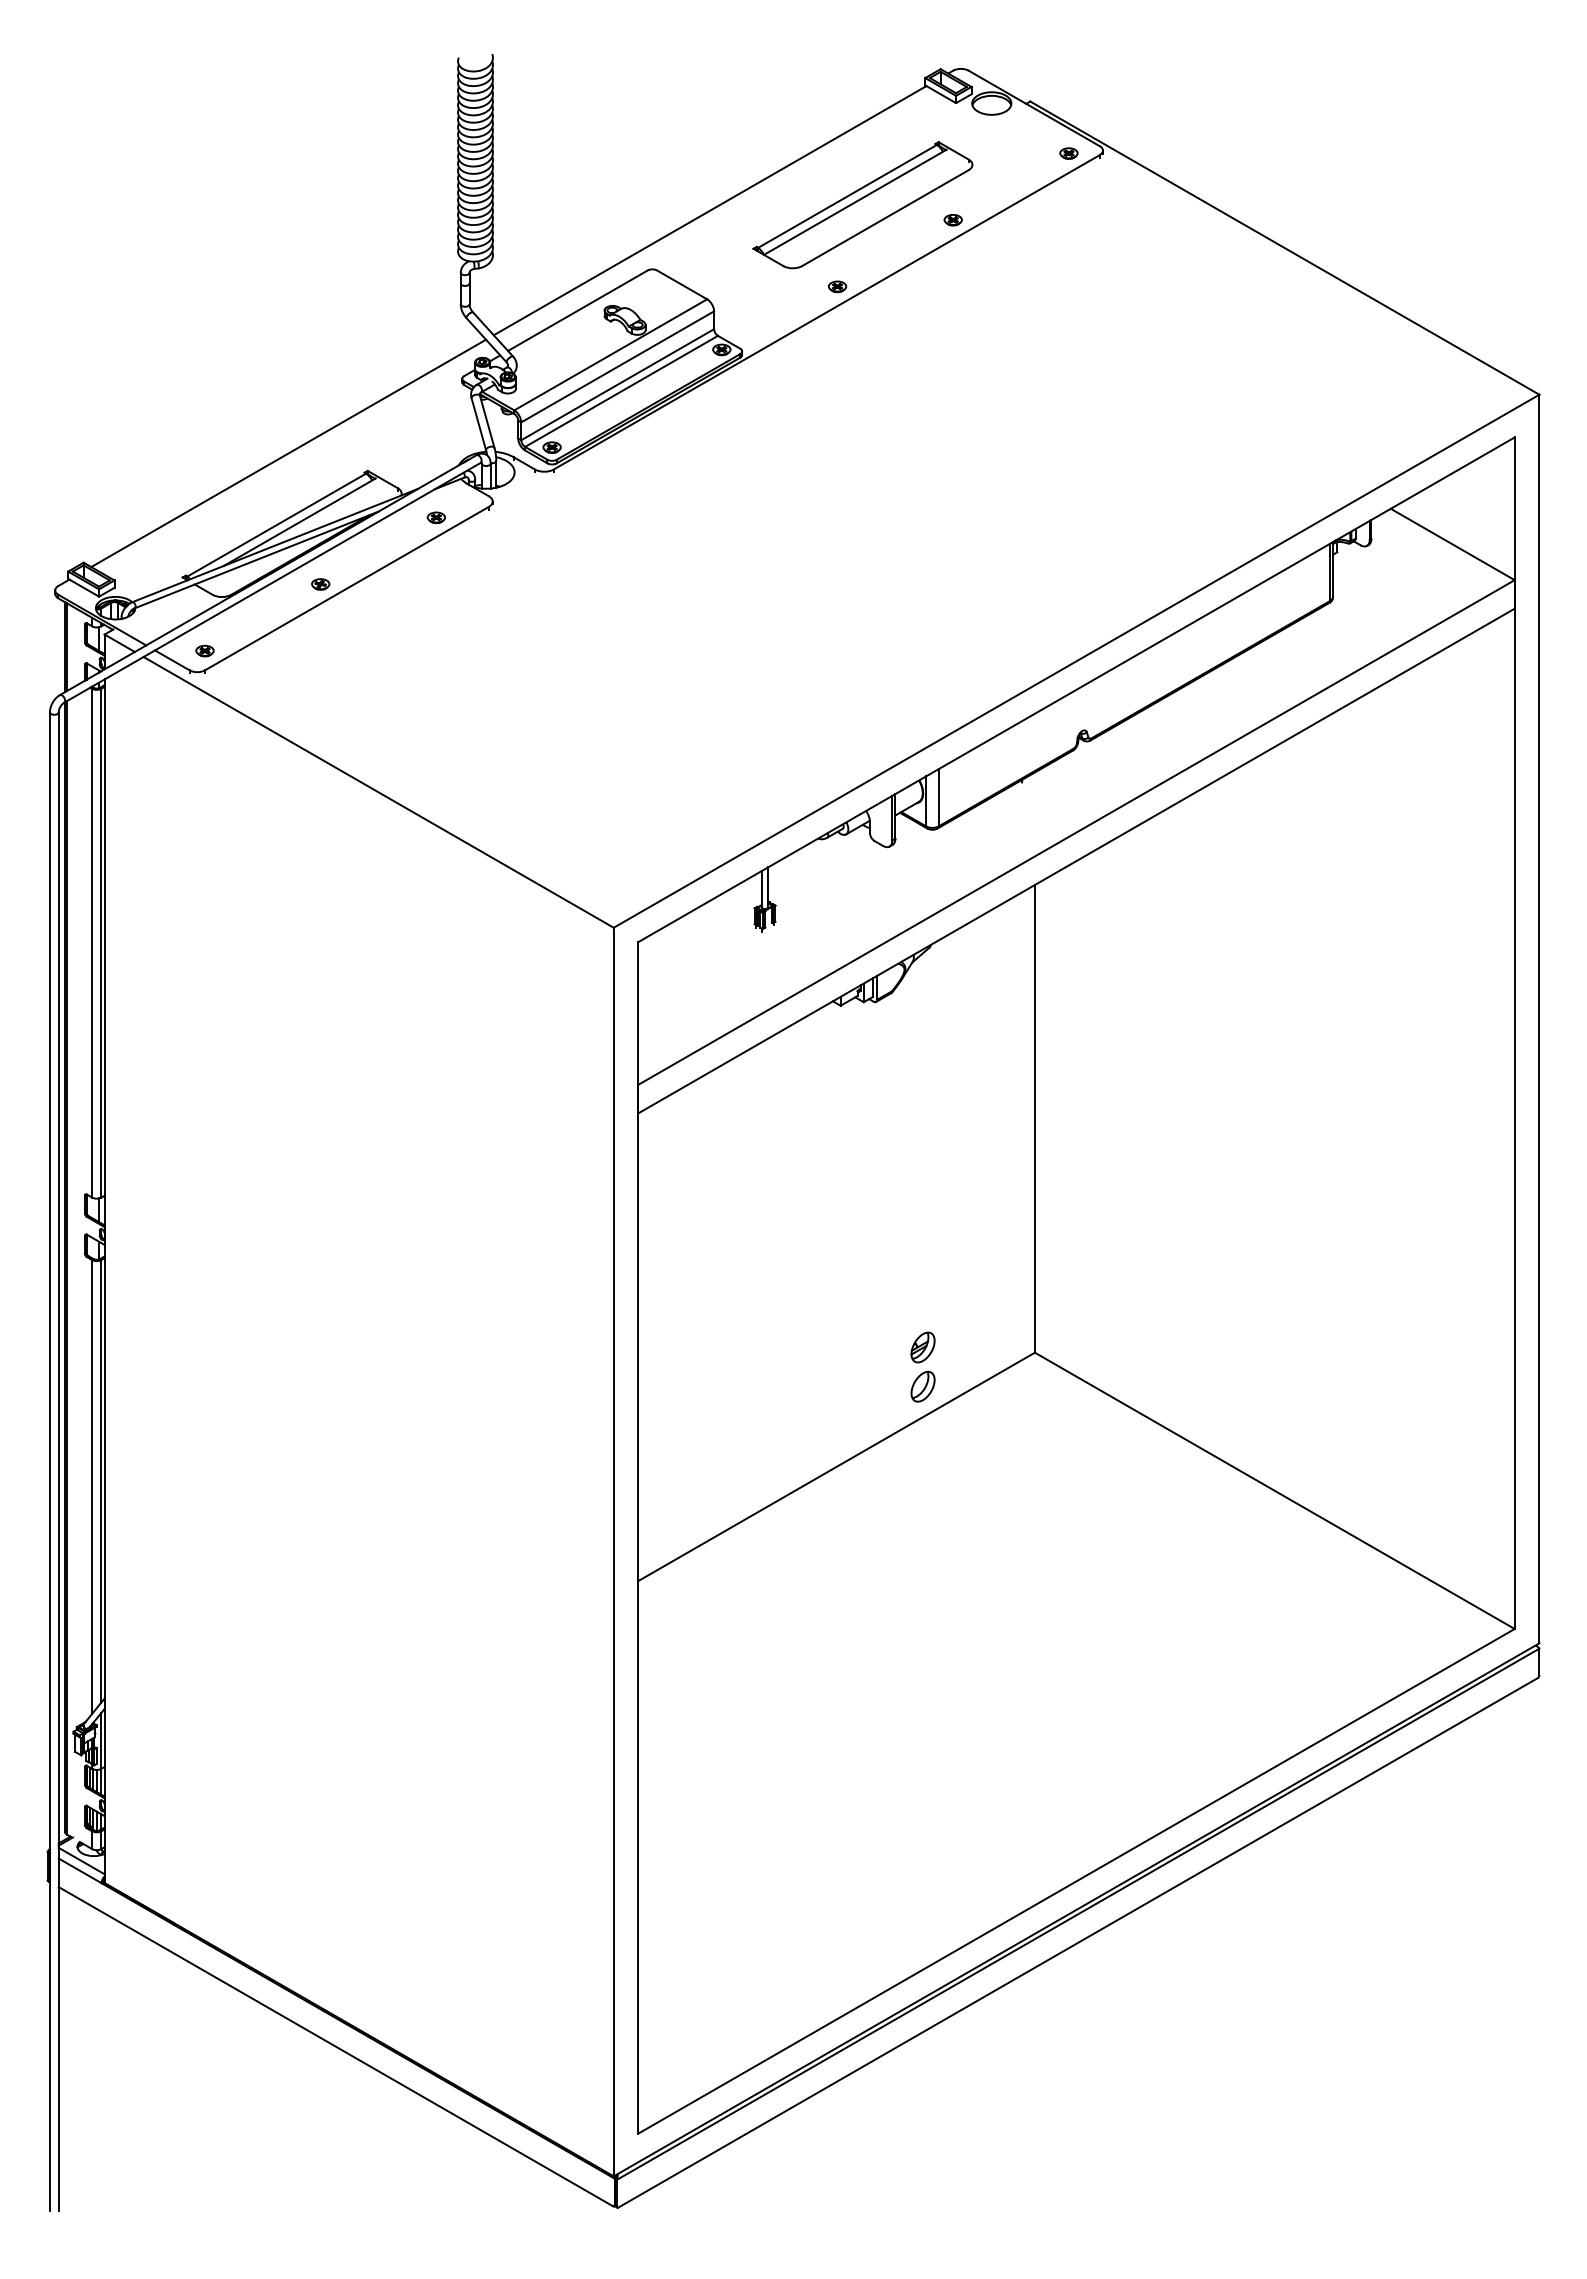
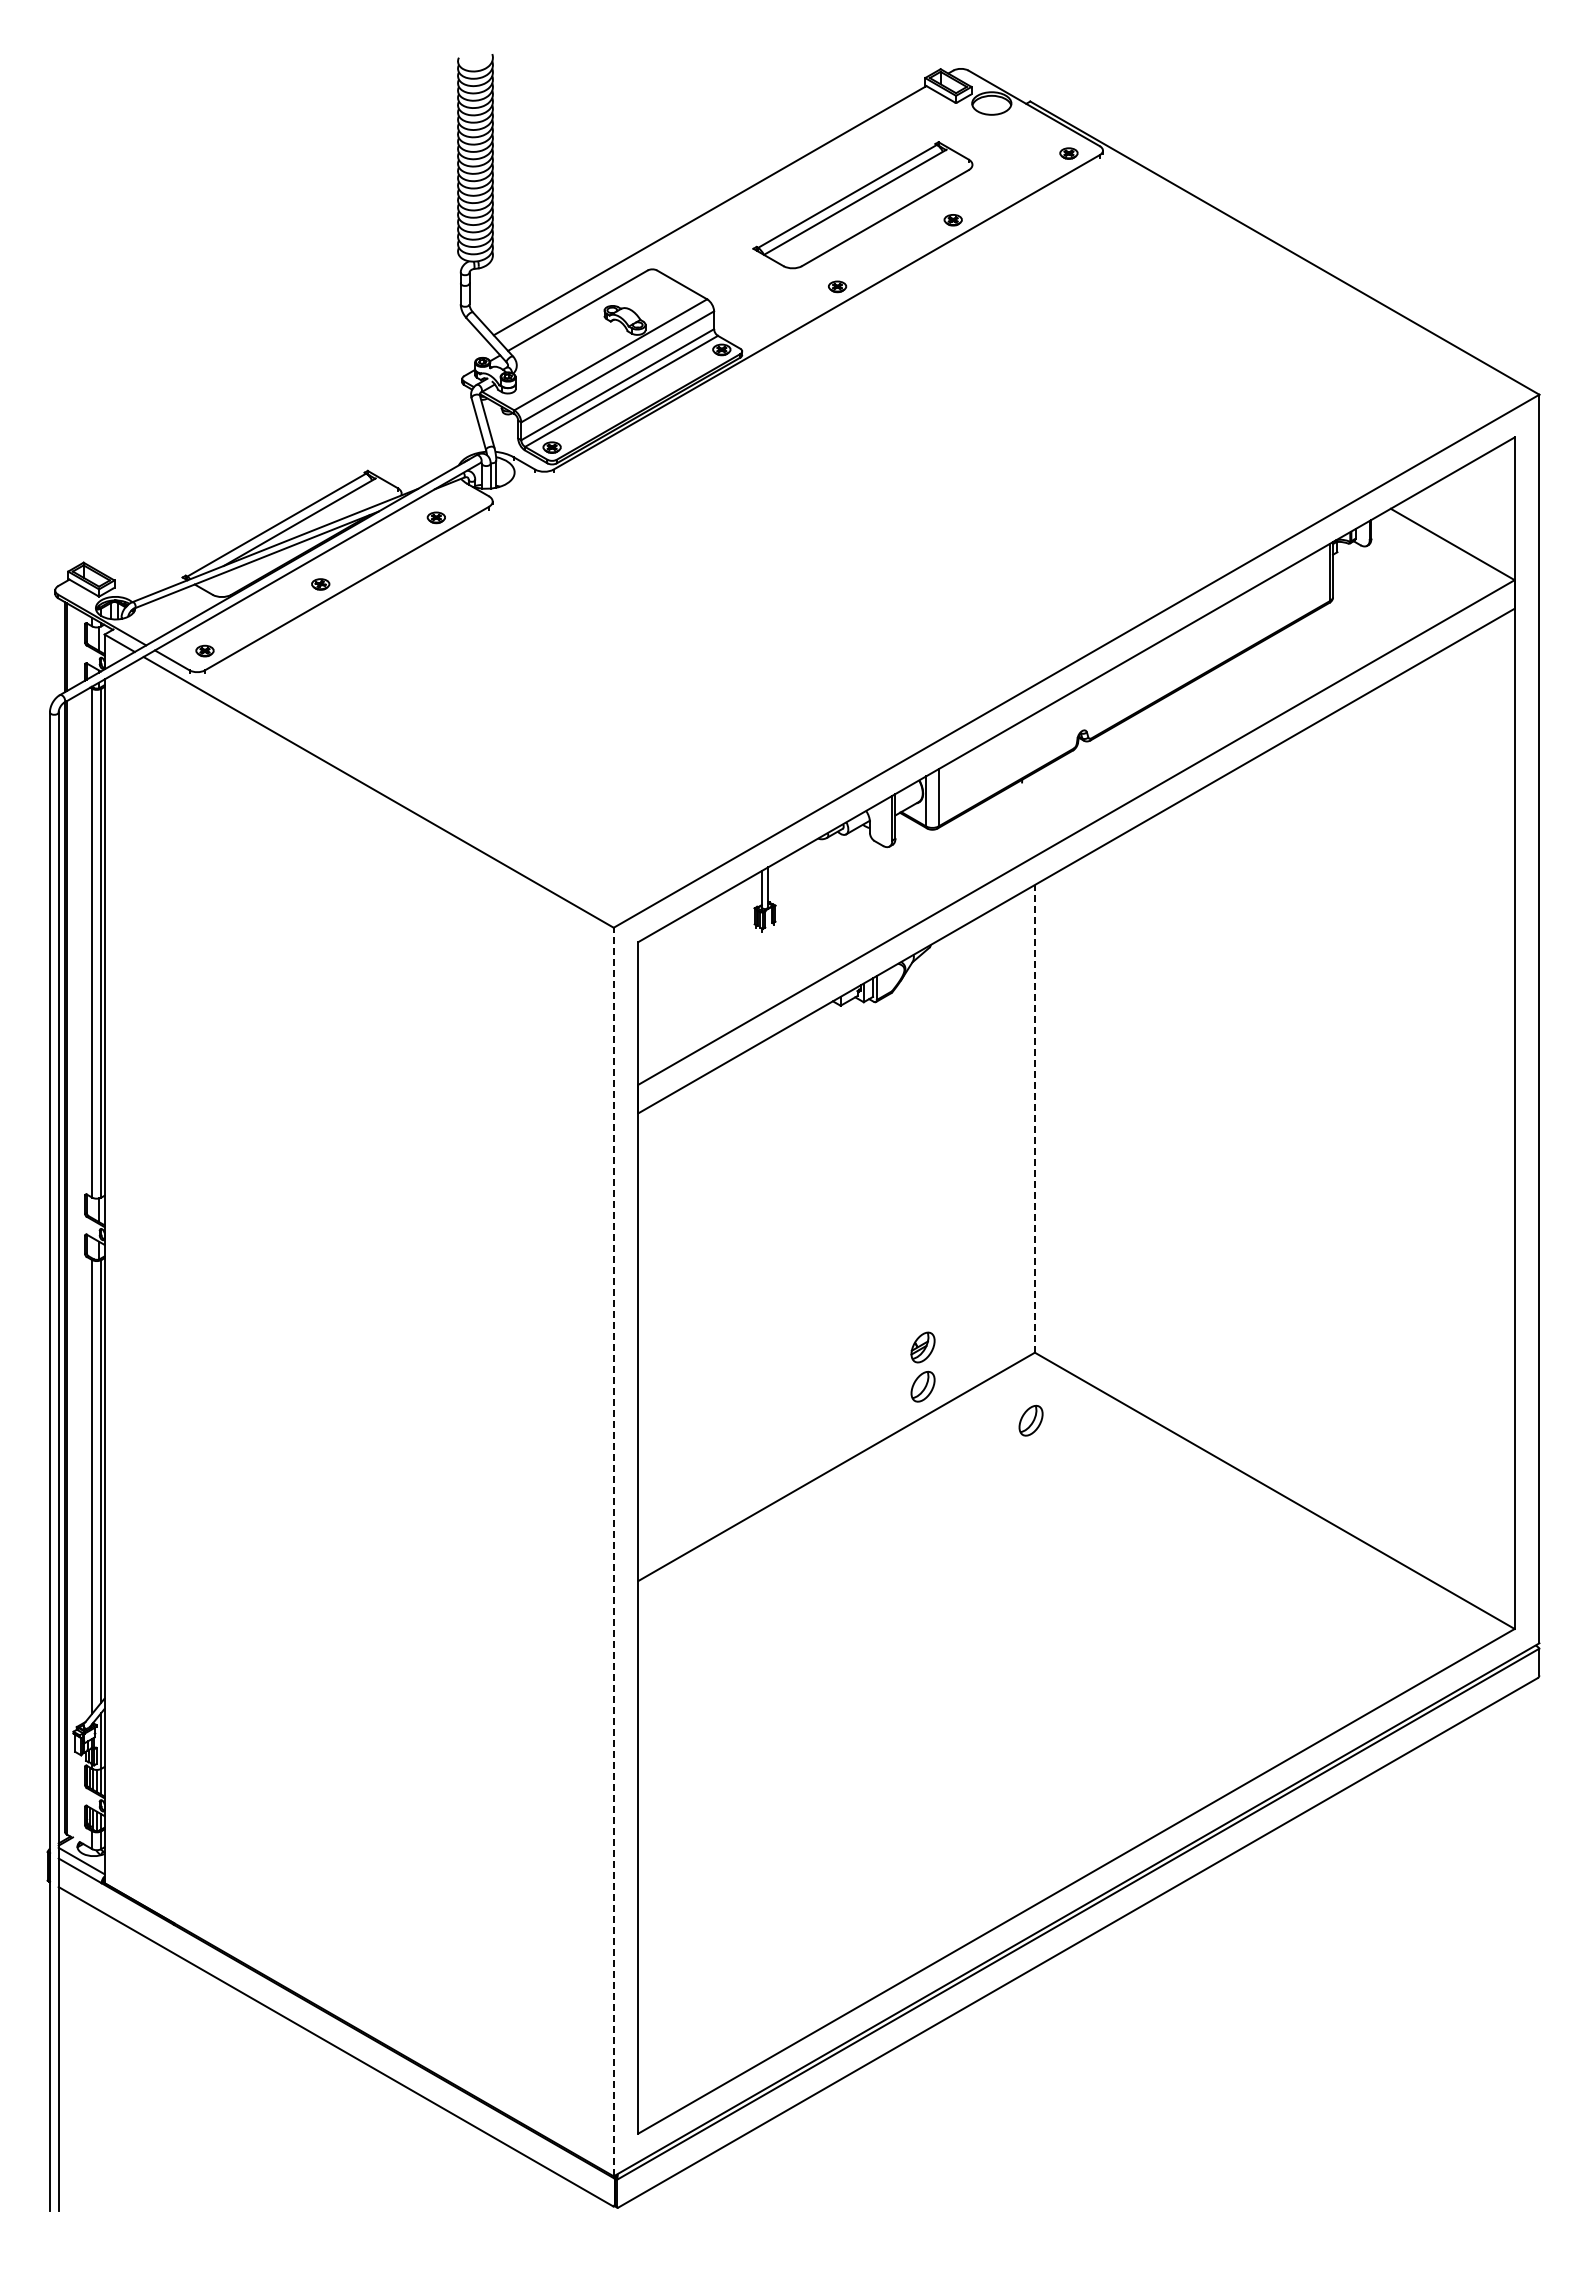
line at (288, 453): present -> none
line at (1034, 1118): solid -> dashed
part at (1030, 1420): none -> present
line at (613, 1551): solid -> dashed
